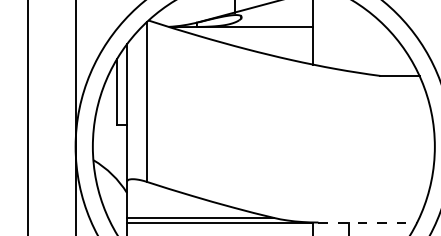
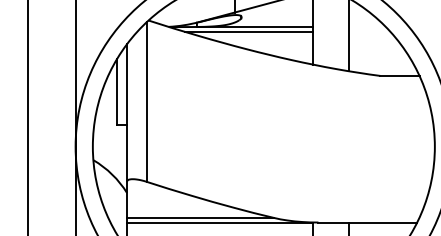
line at (248, 31): none -> present
line at (348, 36): none -> present
line at (368, 222): dashed -> solid
